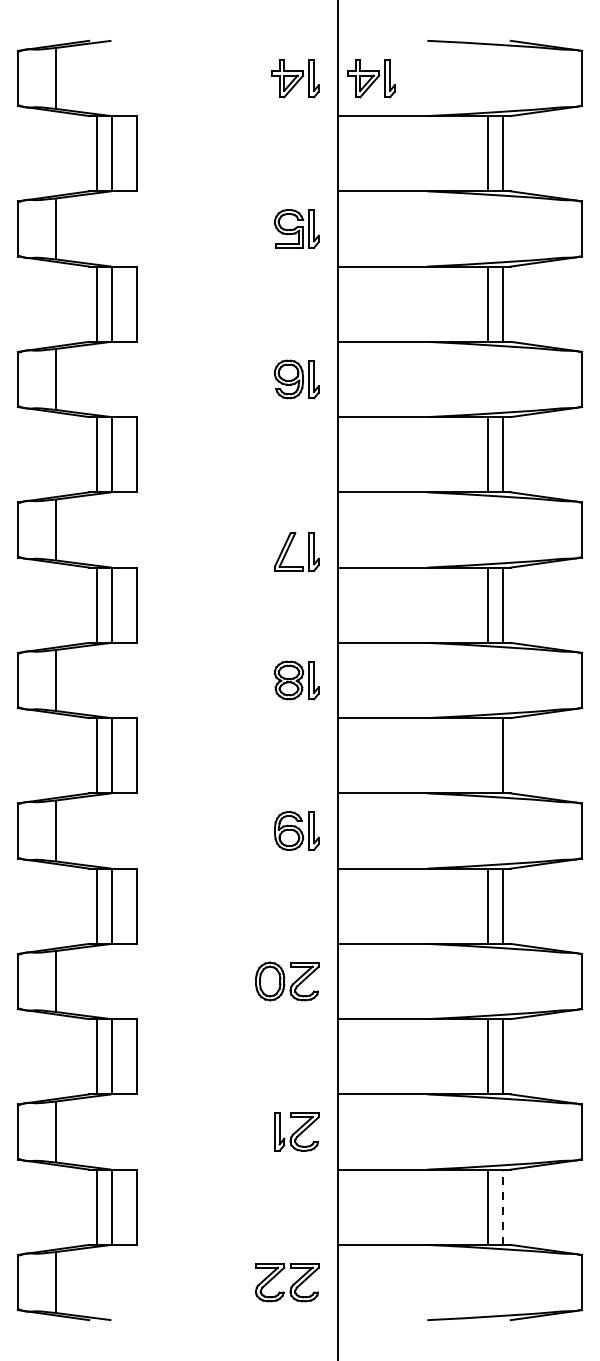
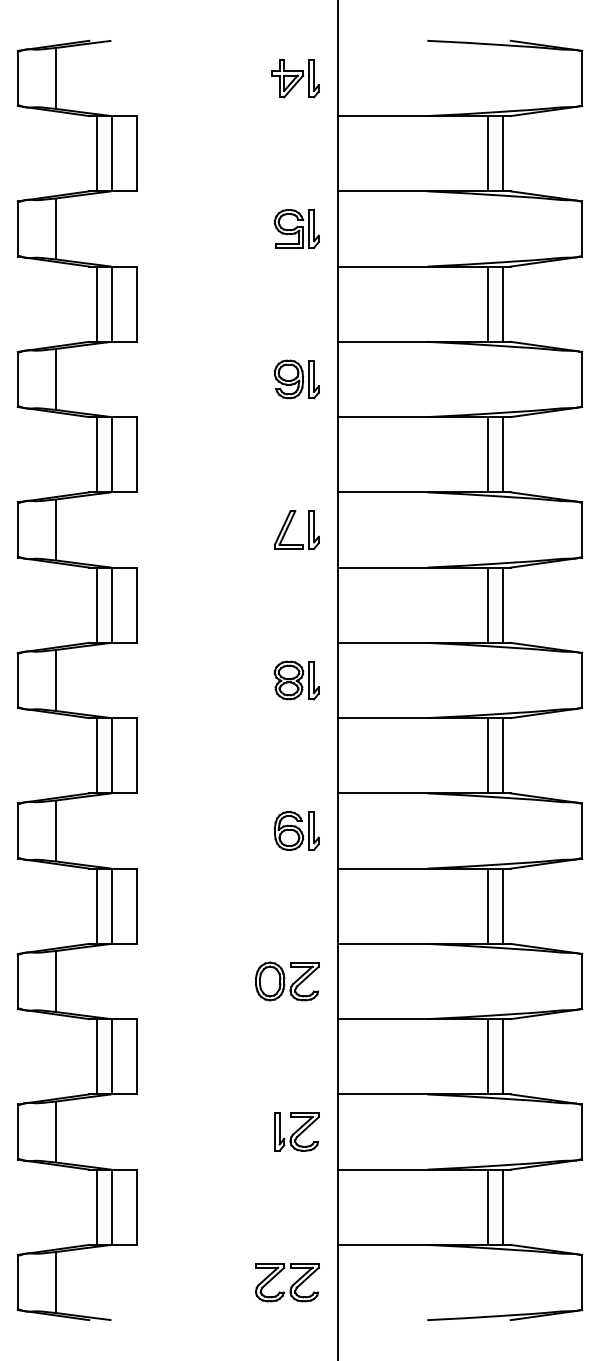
part at (371, 78): present -> none
part at (289, 548) position: (289, 548) -> (289, 526)
line at (487, 755): none -> present
line at (503, 1207): dashed -> solid
